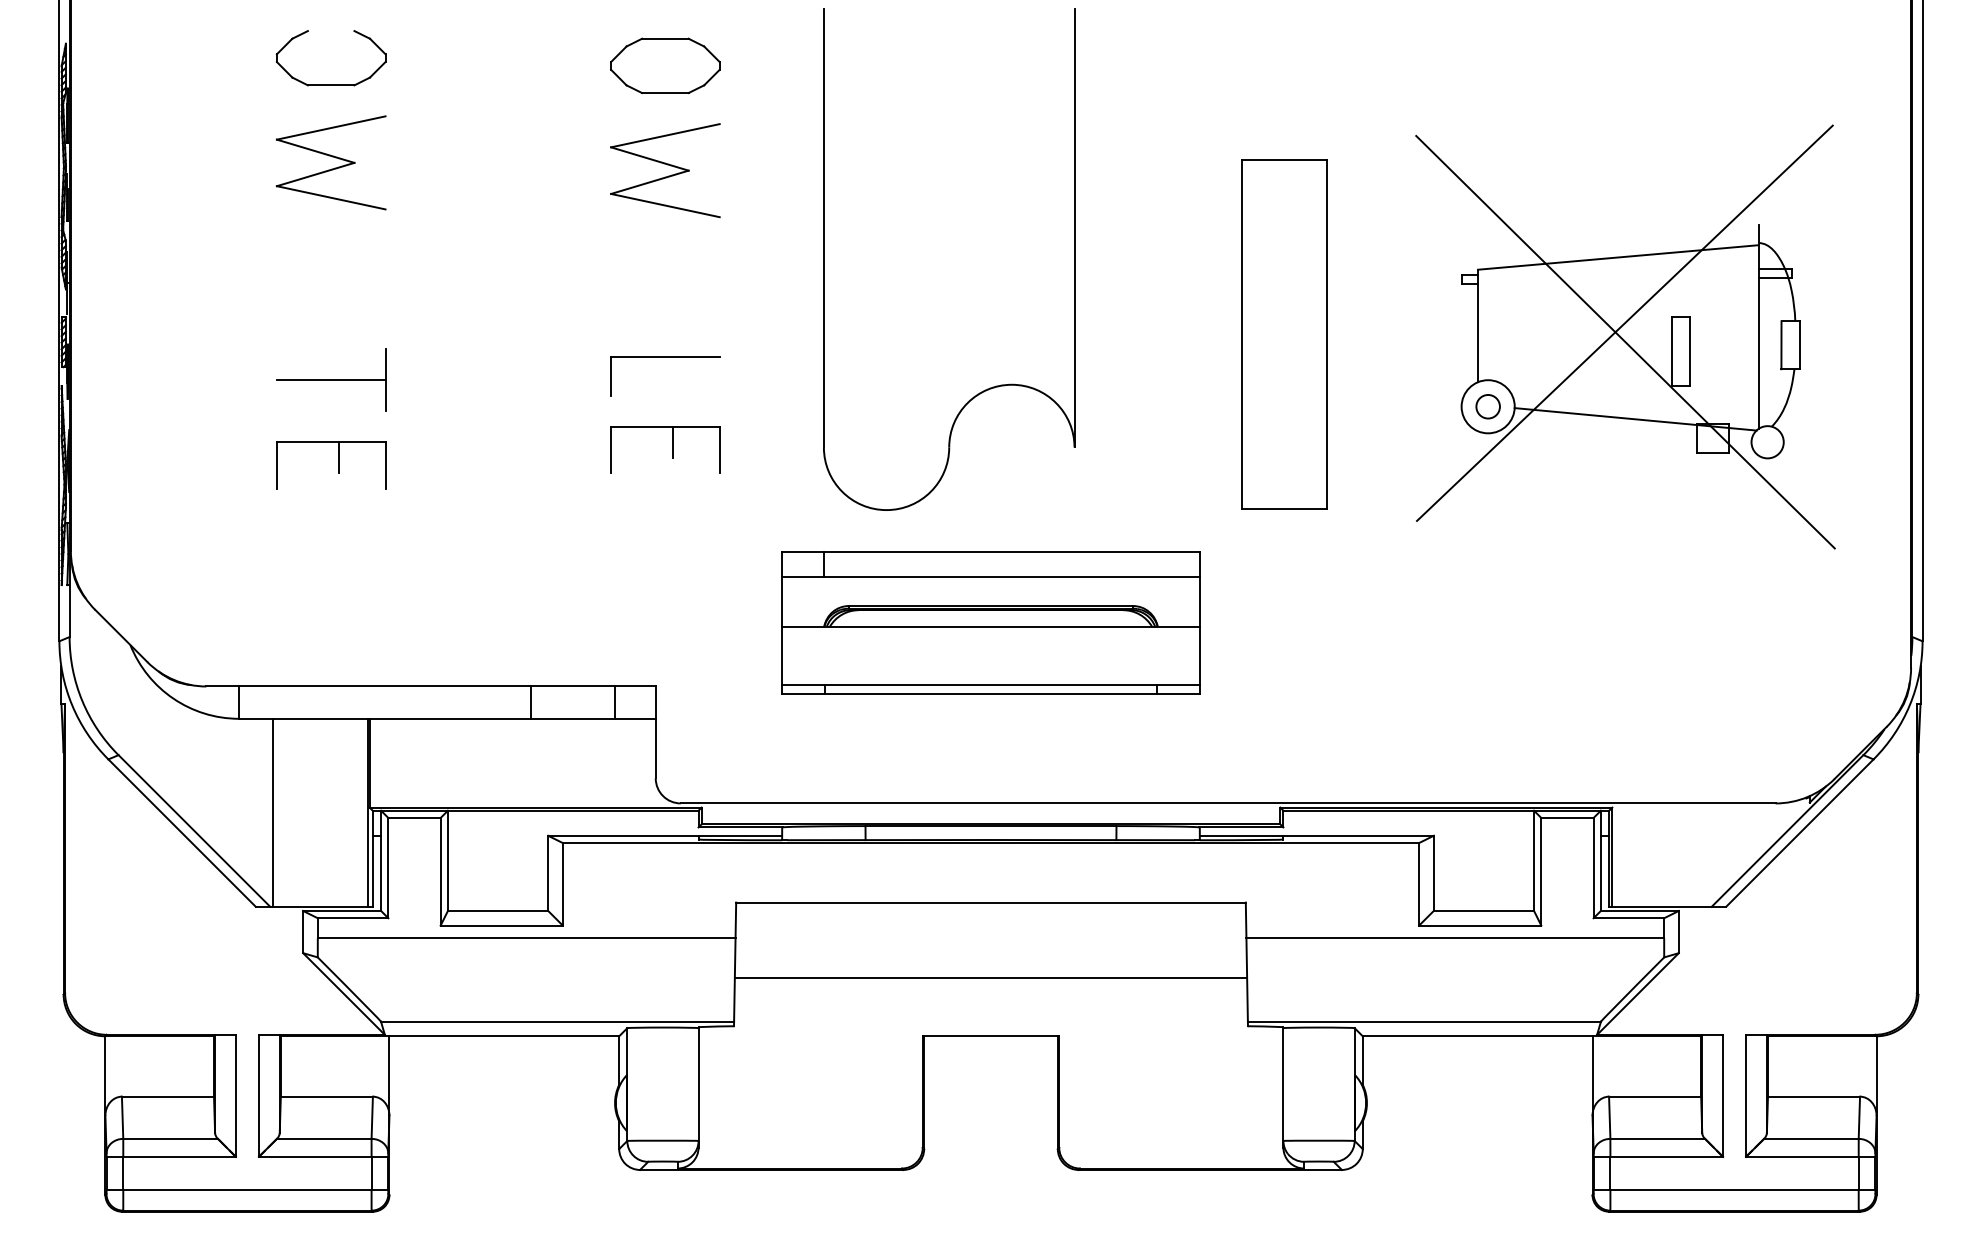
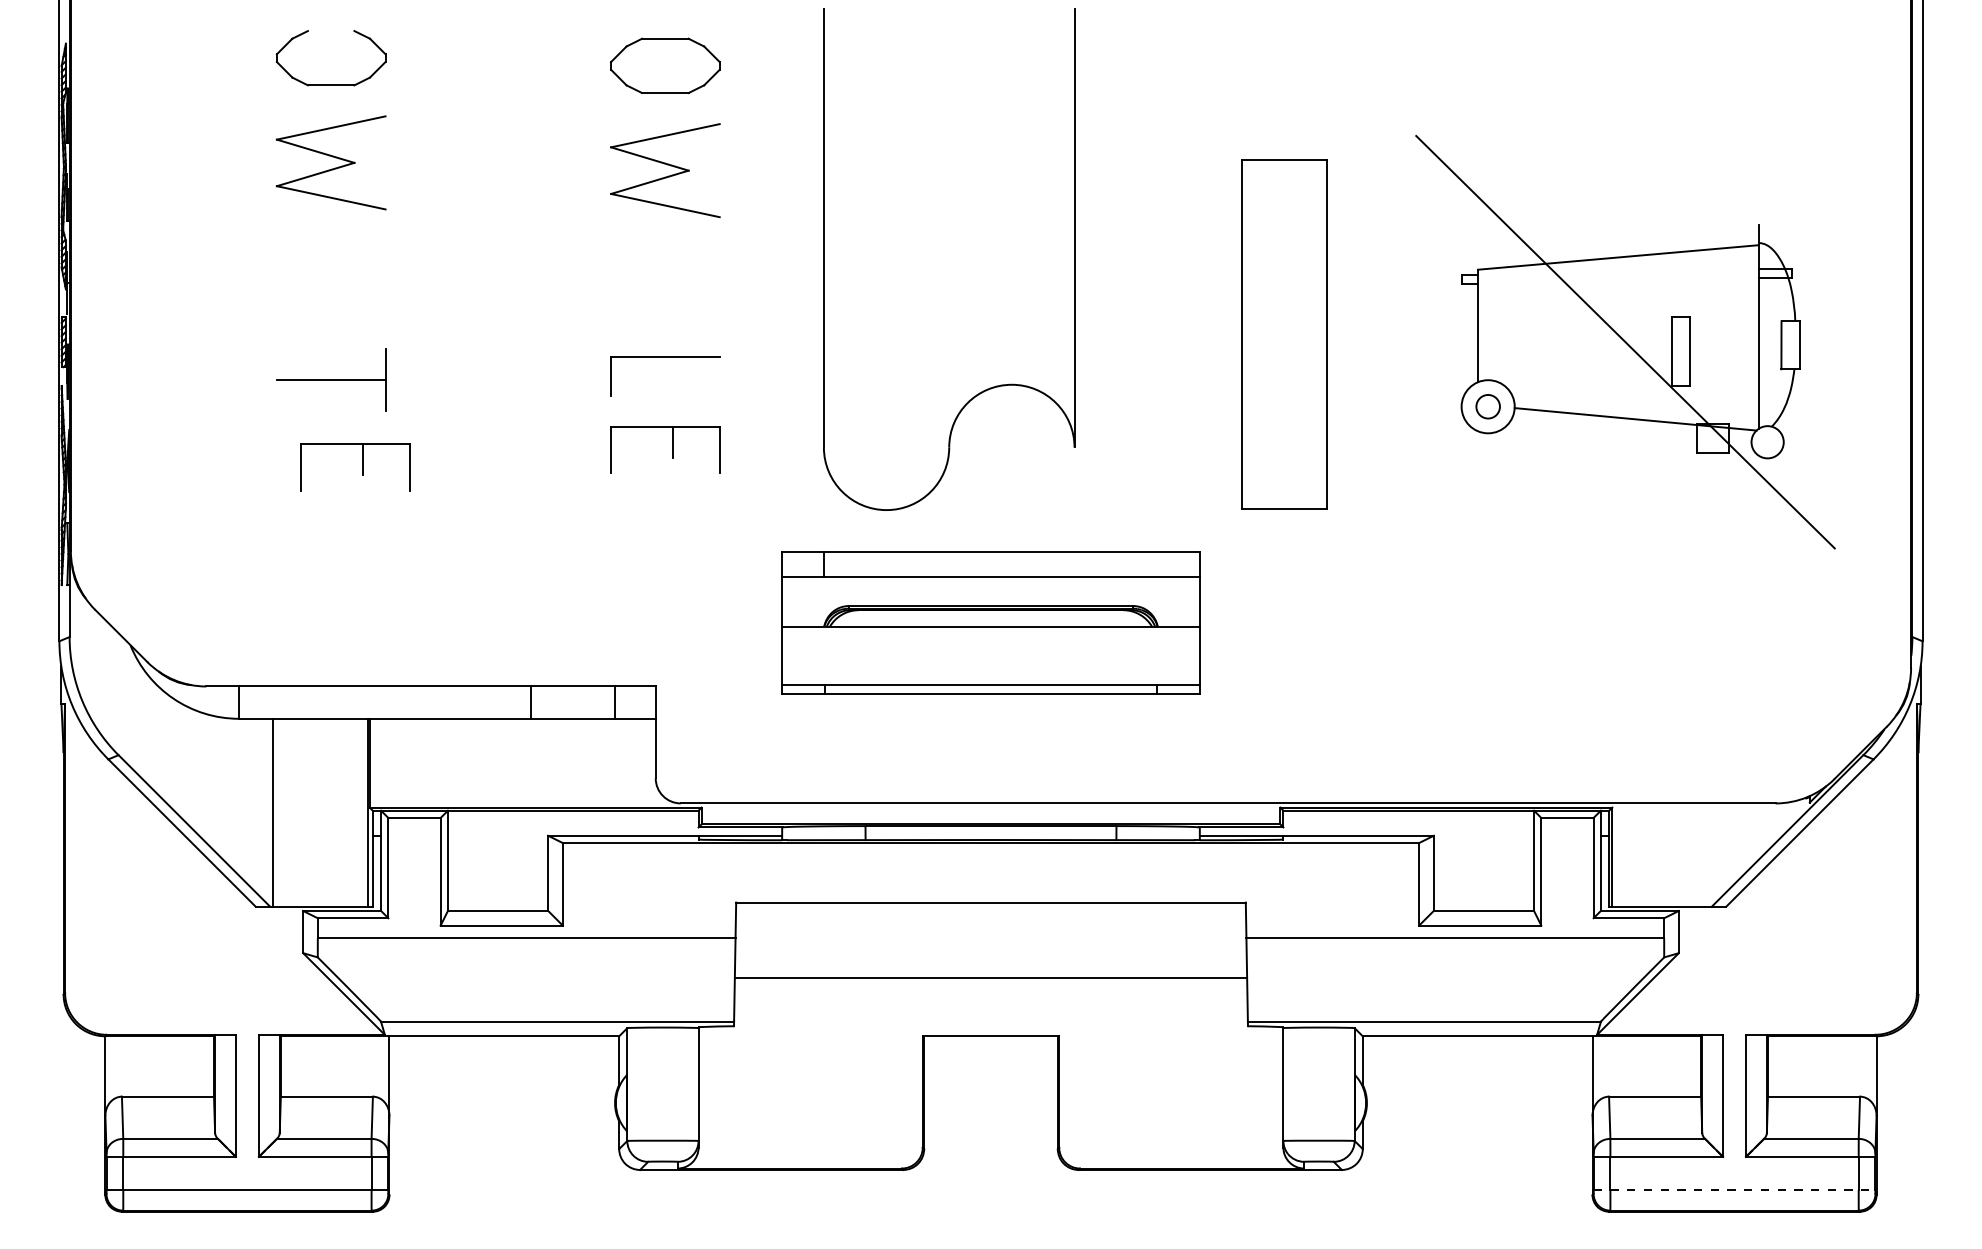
line at (1624, 322): present -> none
part at (338, 465) position: (338, 465) -> (362, 467)
line at (1734, 1189): solid -> dashed
